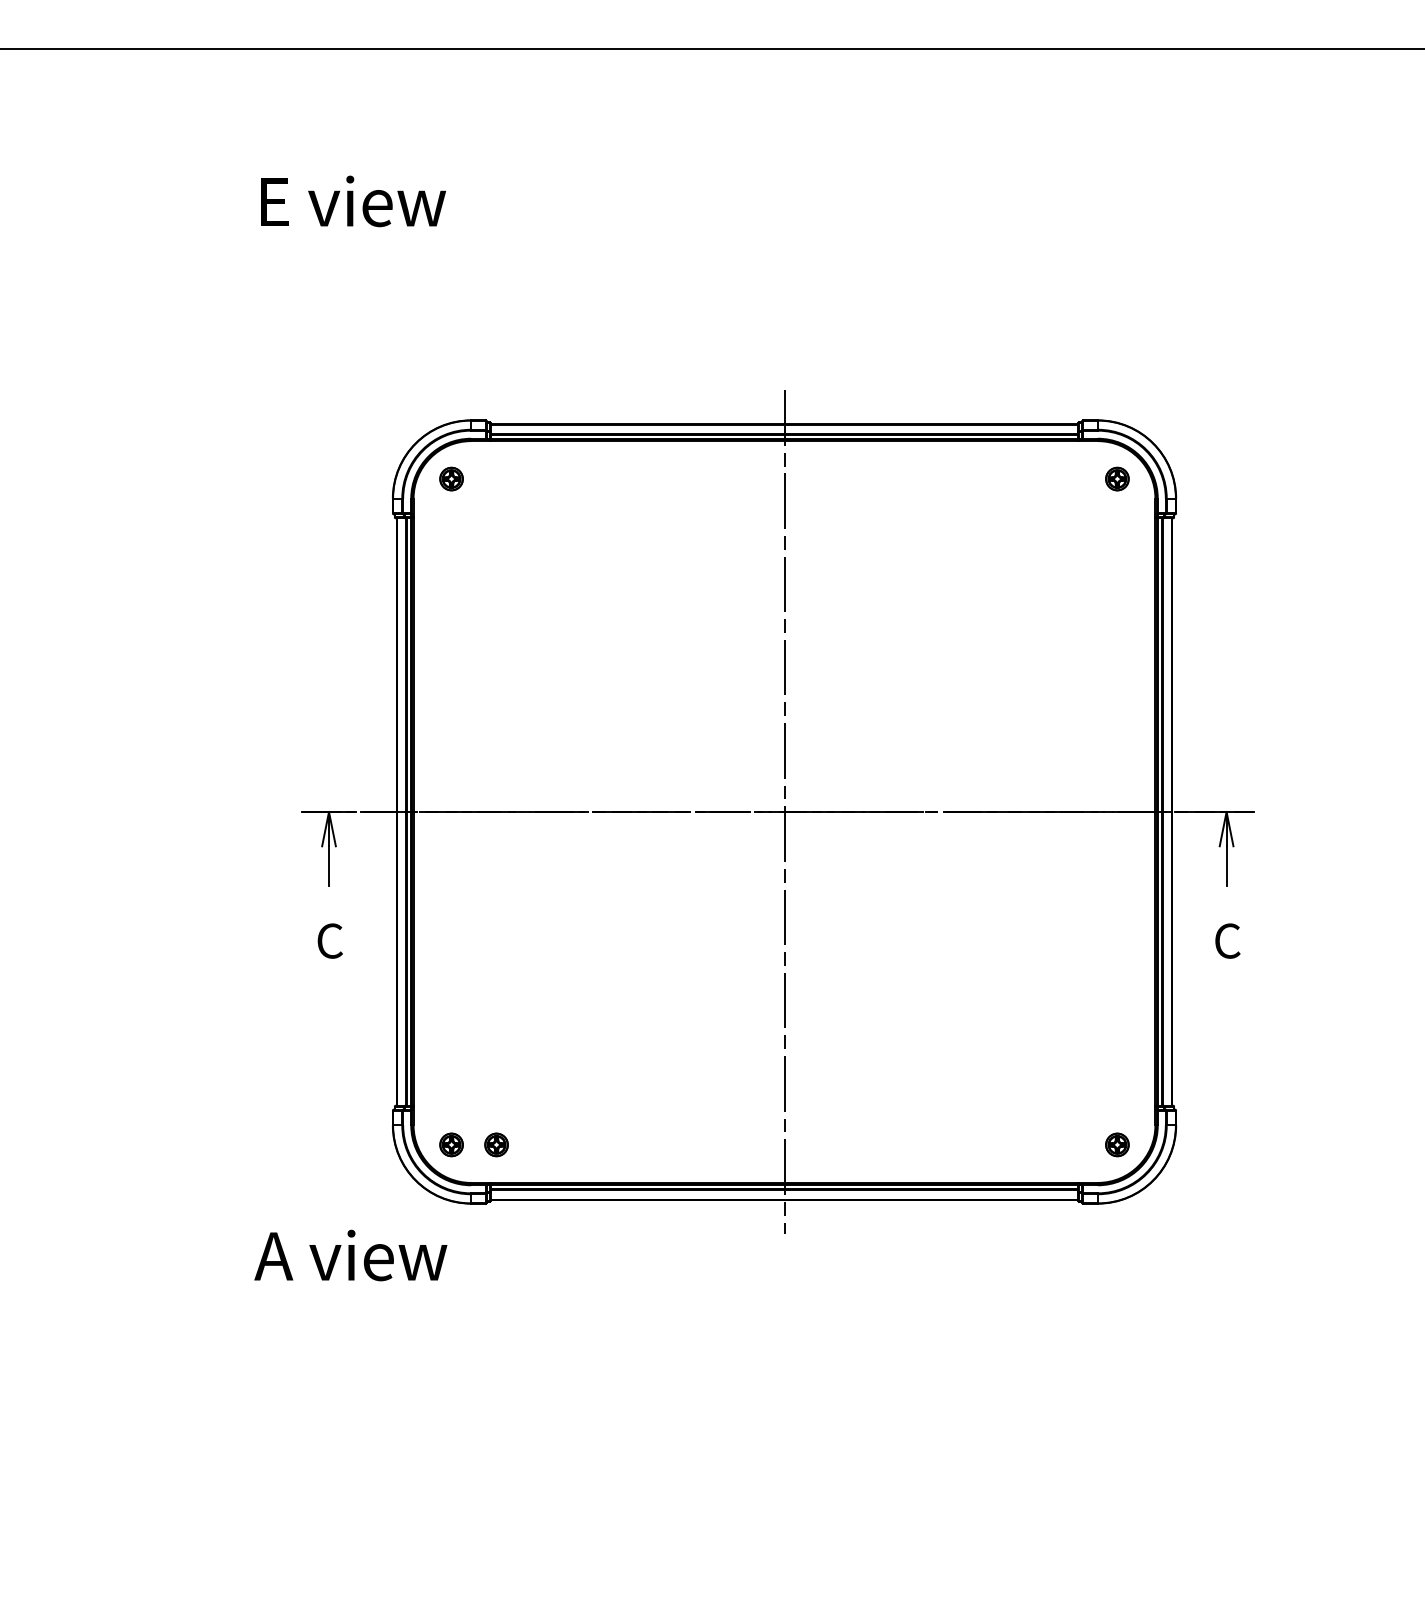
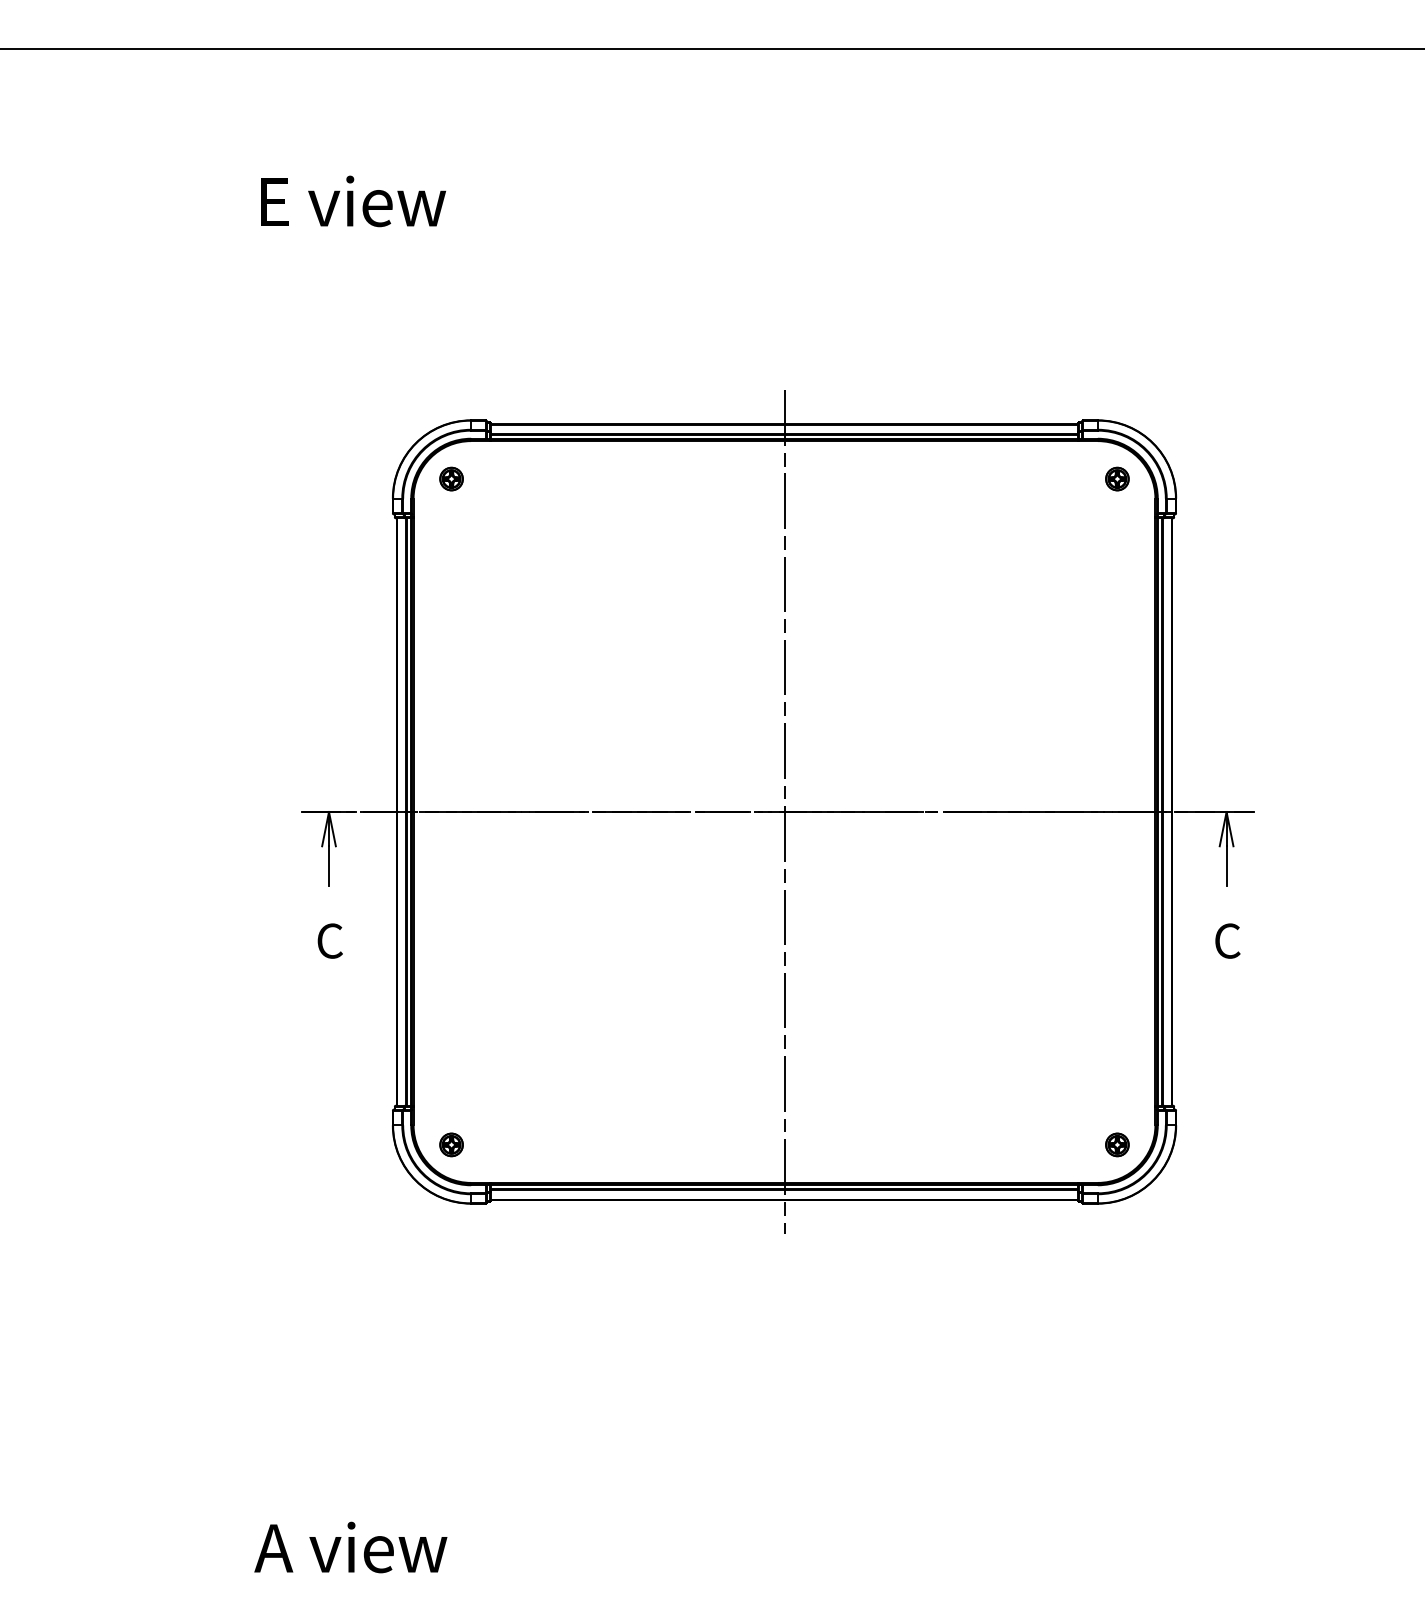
part at (496, 1144): present -> none
text at (350, 1255) position: (350, 1255) -> (350, 1547)
